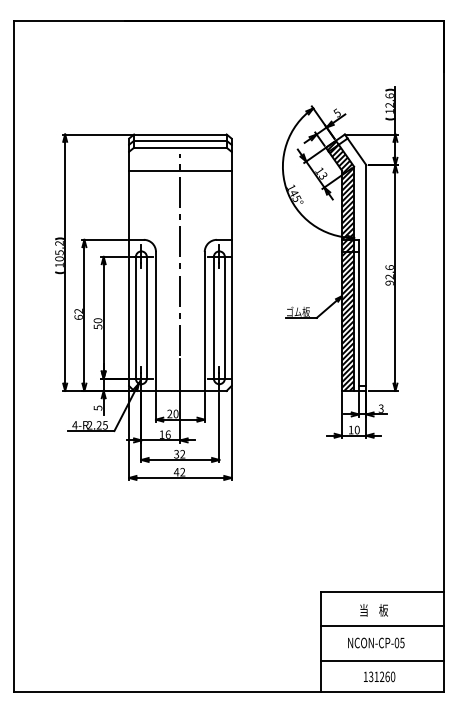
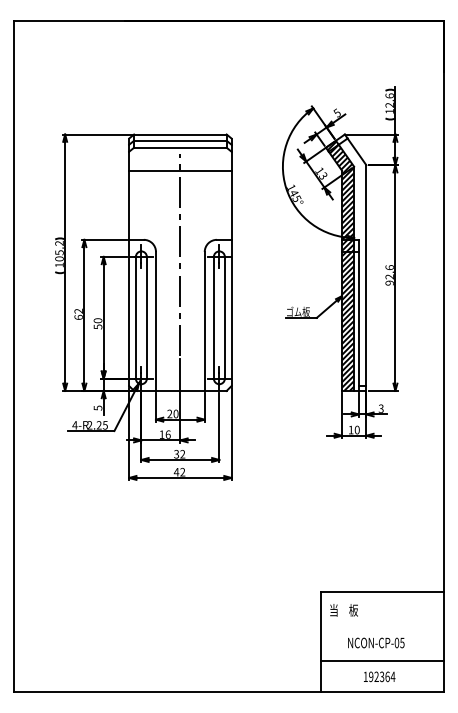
text at (373, 610) position: (373, 610) -> (343, 610)
line at (382, 626): present -> none
text at (382, 676): 131260 -> 192364
